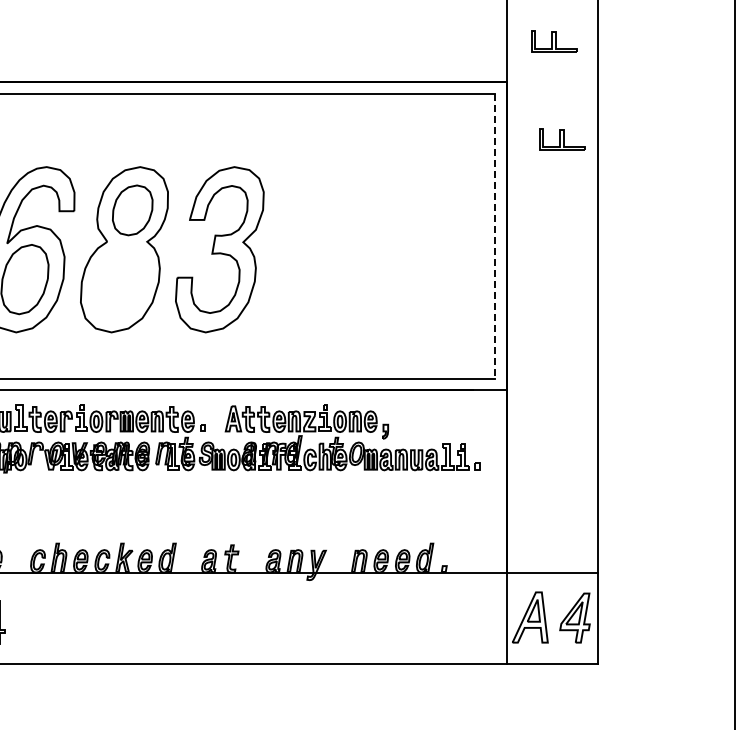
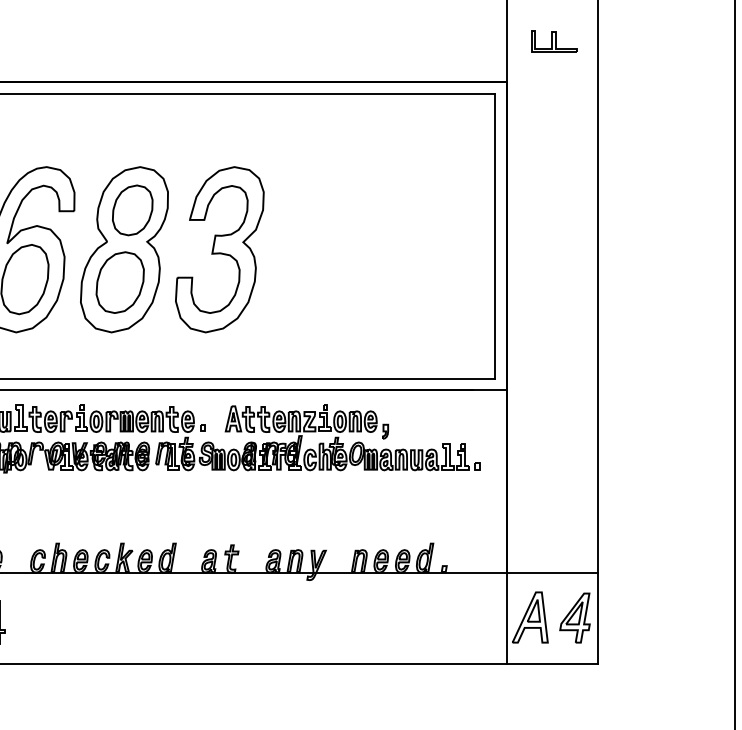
part at (562, 139): present -> none
line at (495, 236): dashed -> solid
part at (119, 282): none -> present
